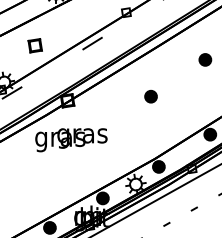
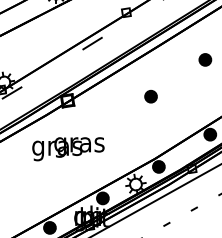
part at (34, 45): present -> none
text at (71, 140) position: (71, 140) -> (68, 149)
